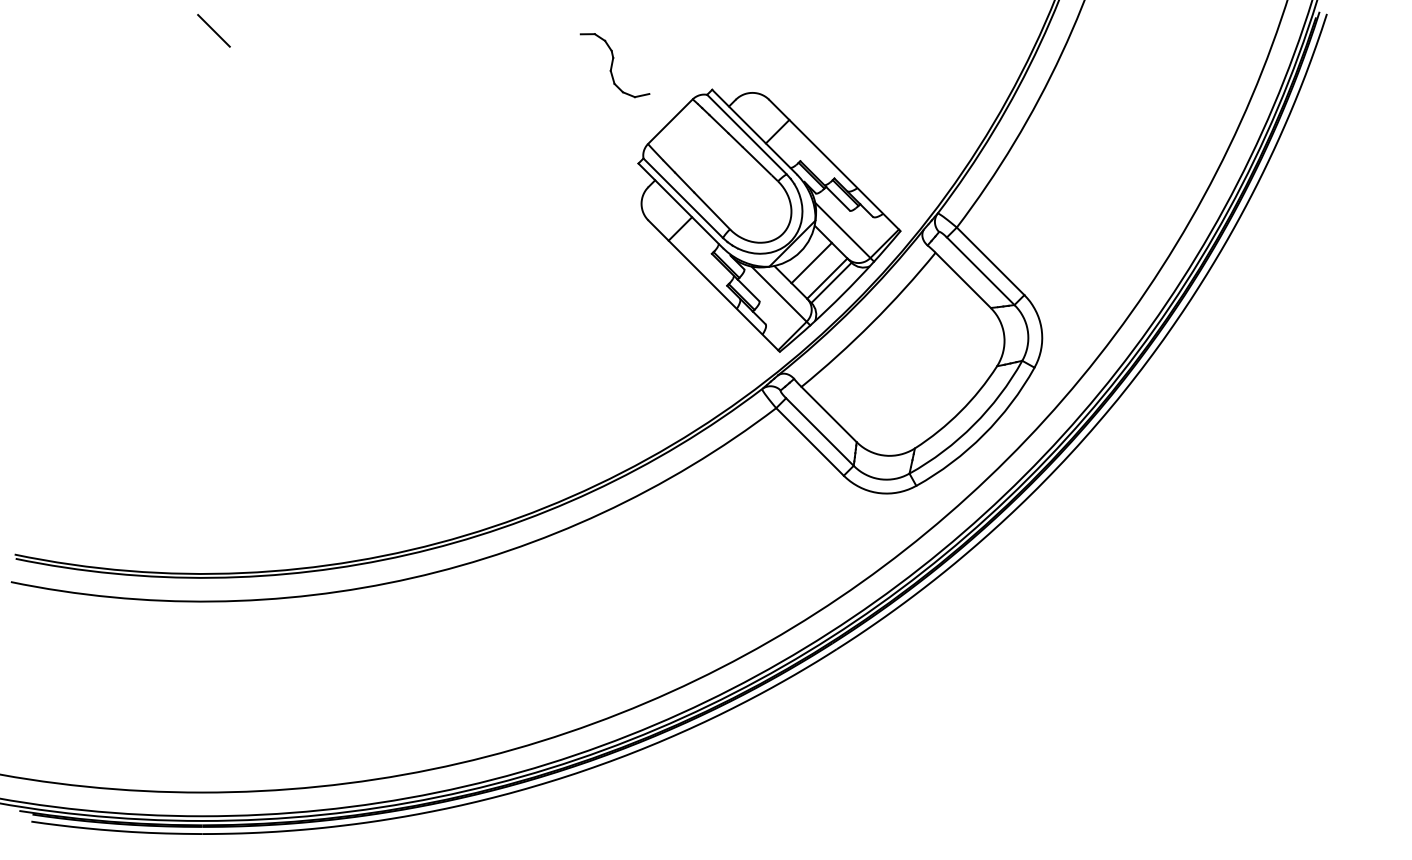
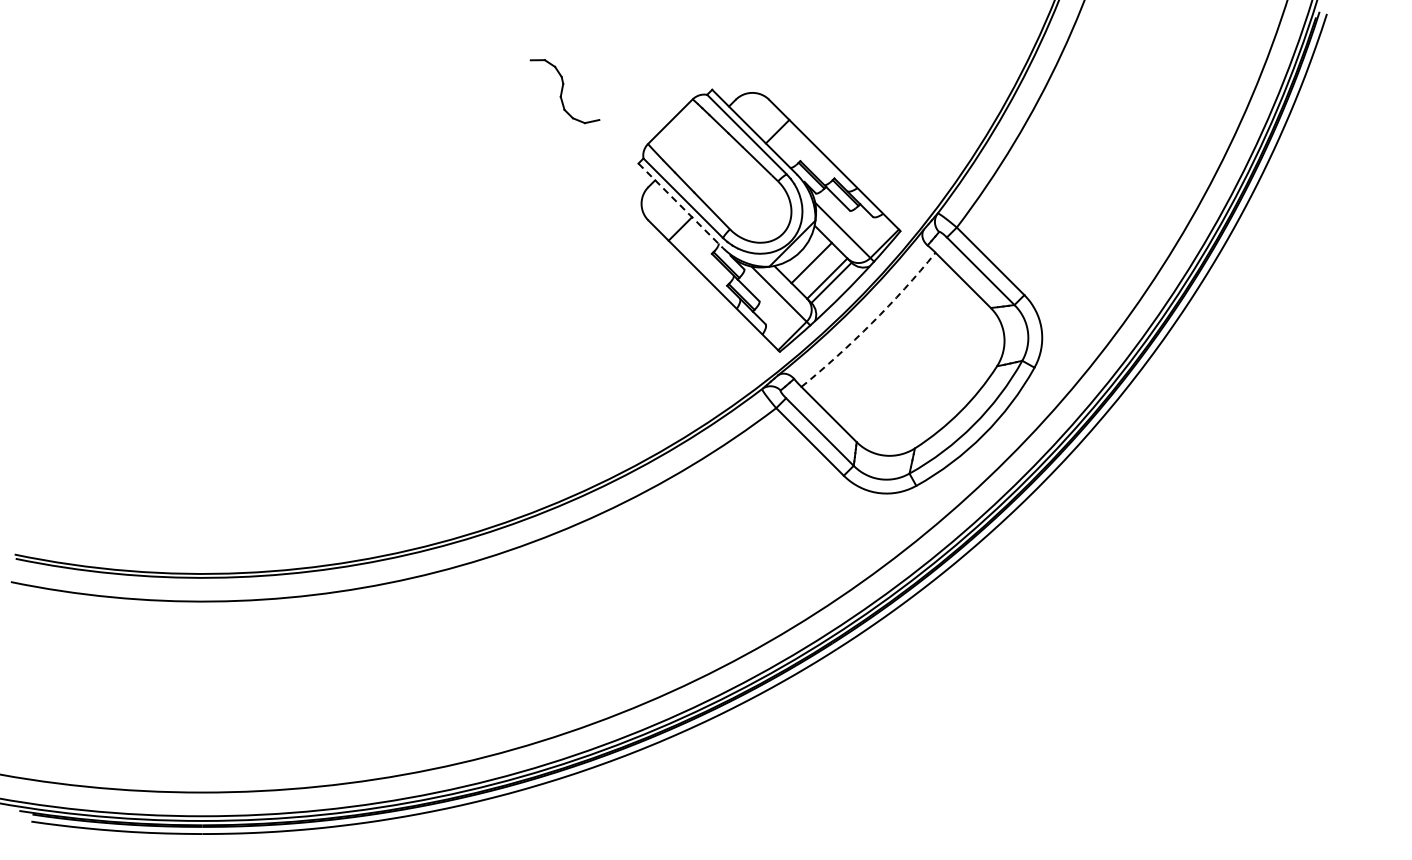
line at (213, 30): present -> none
part at (614, 65) position: (614, 65) -> (564, 91)
line at (680, 205): solid -> dashed
arc at (871, 323): solid -> dashed
